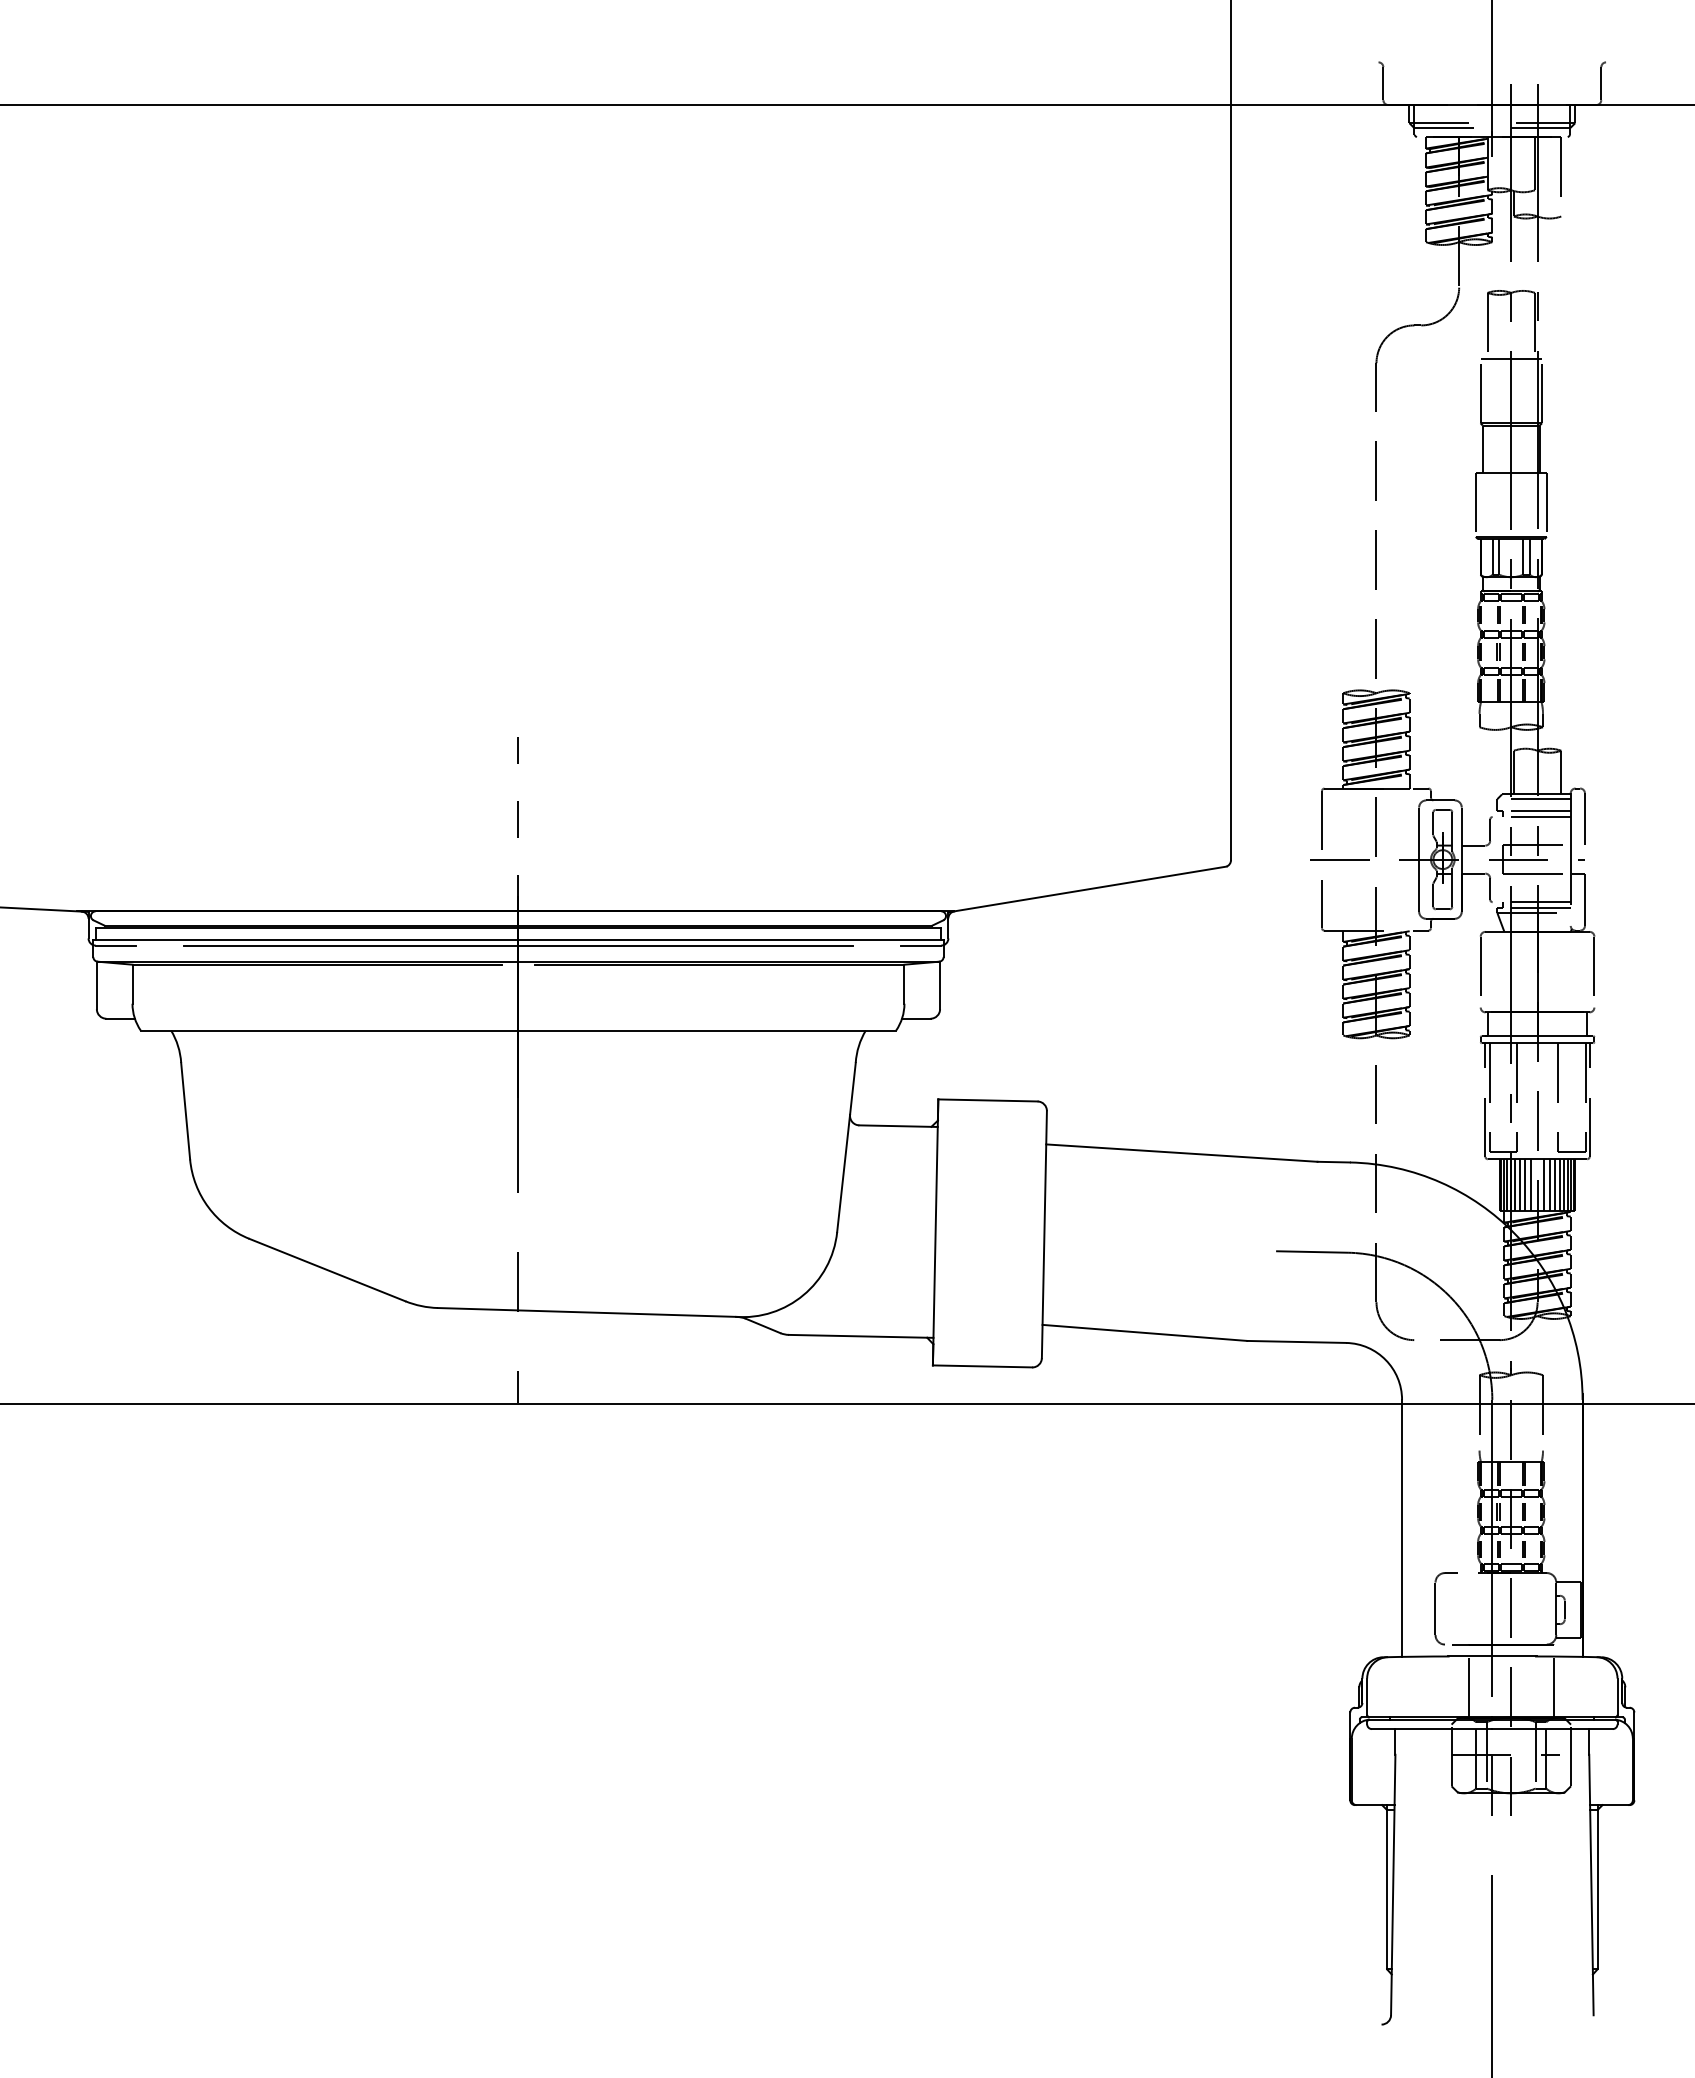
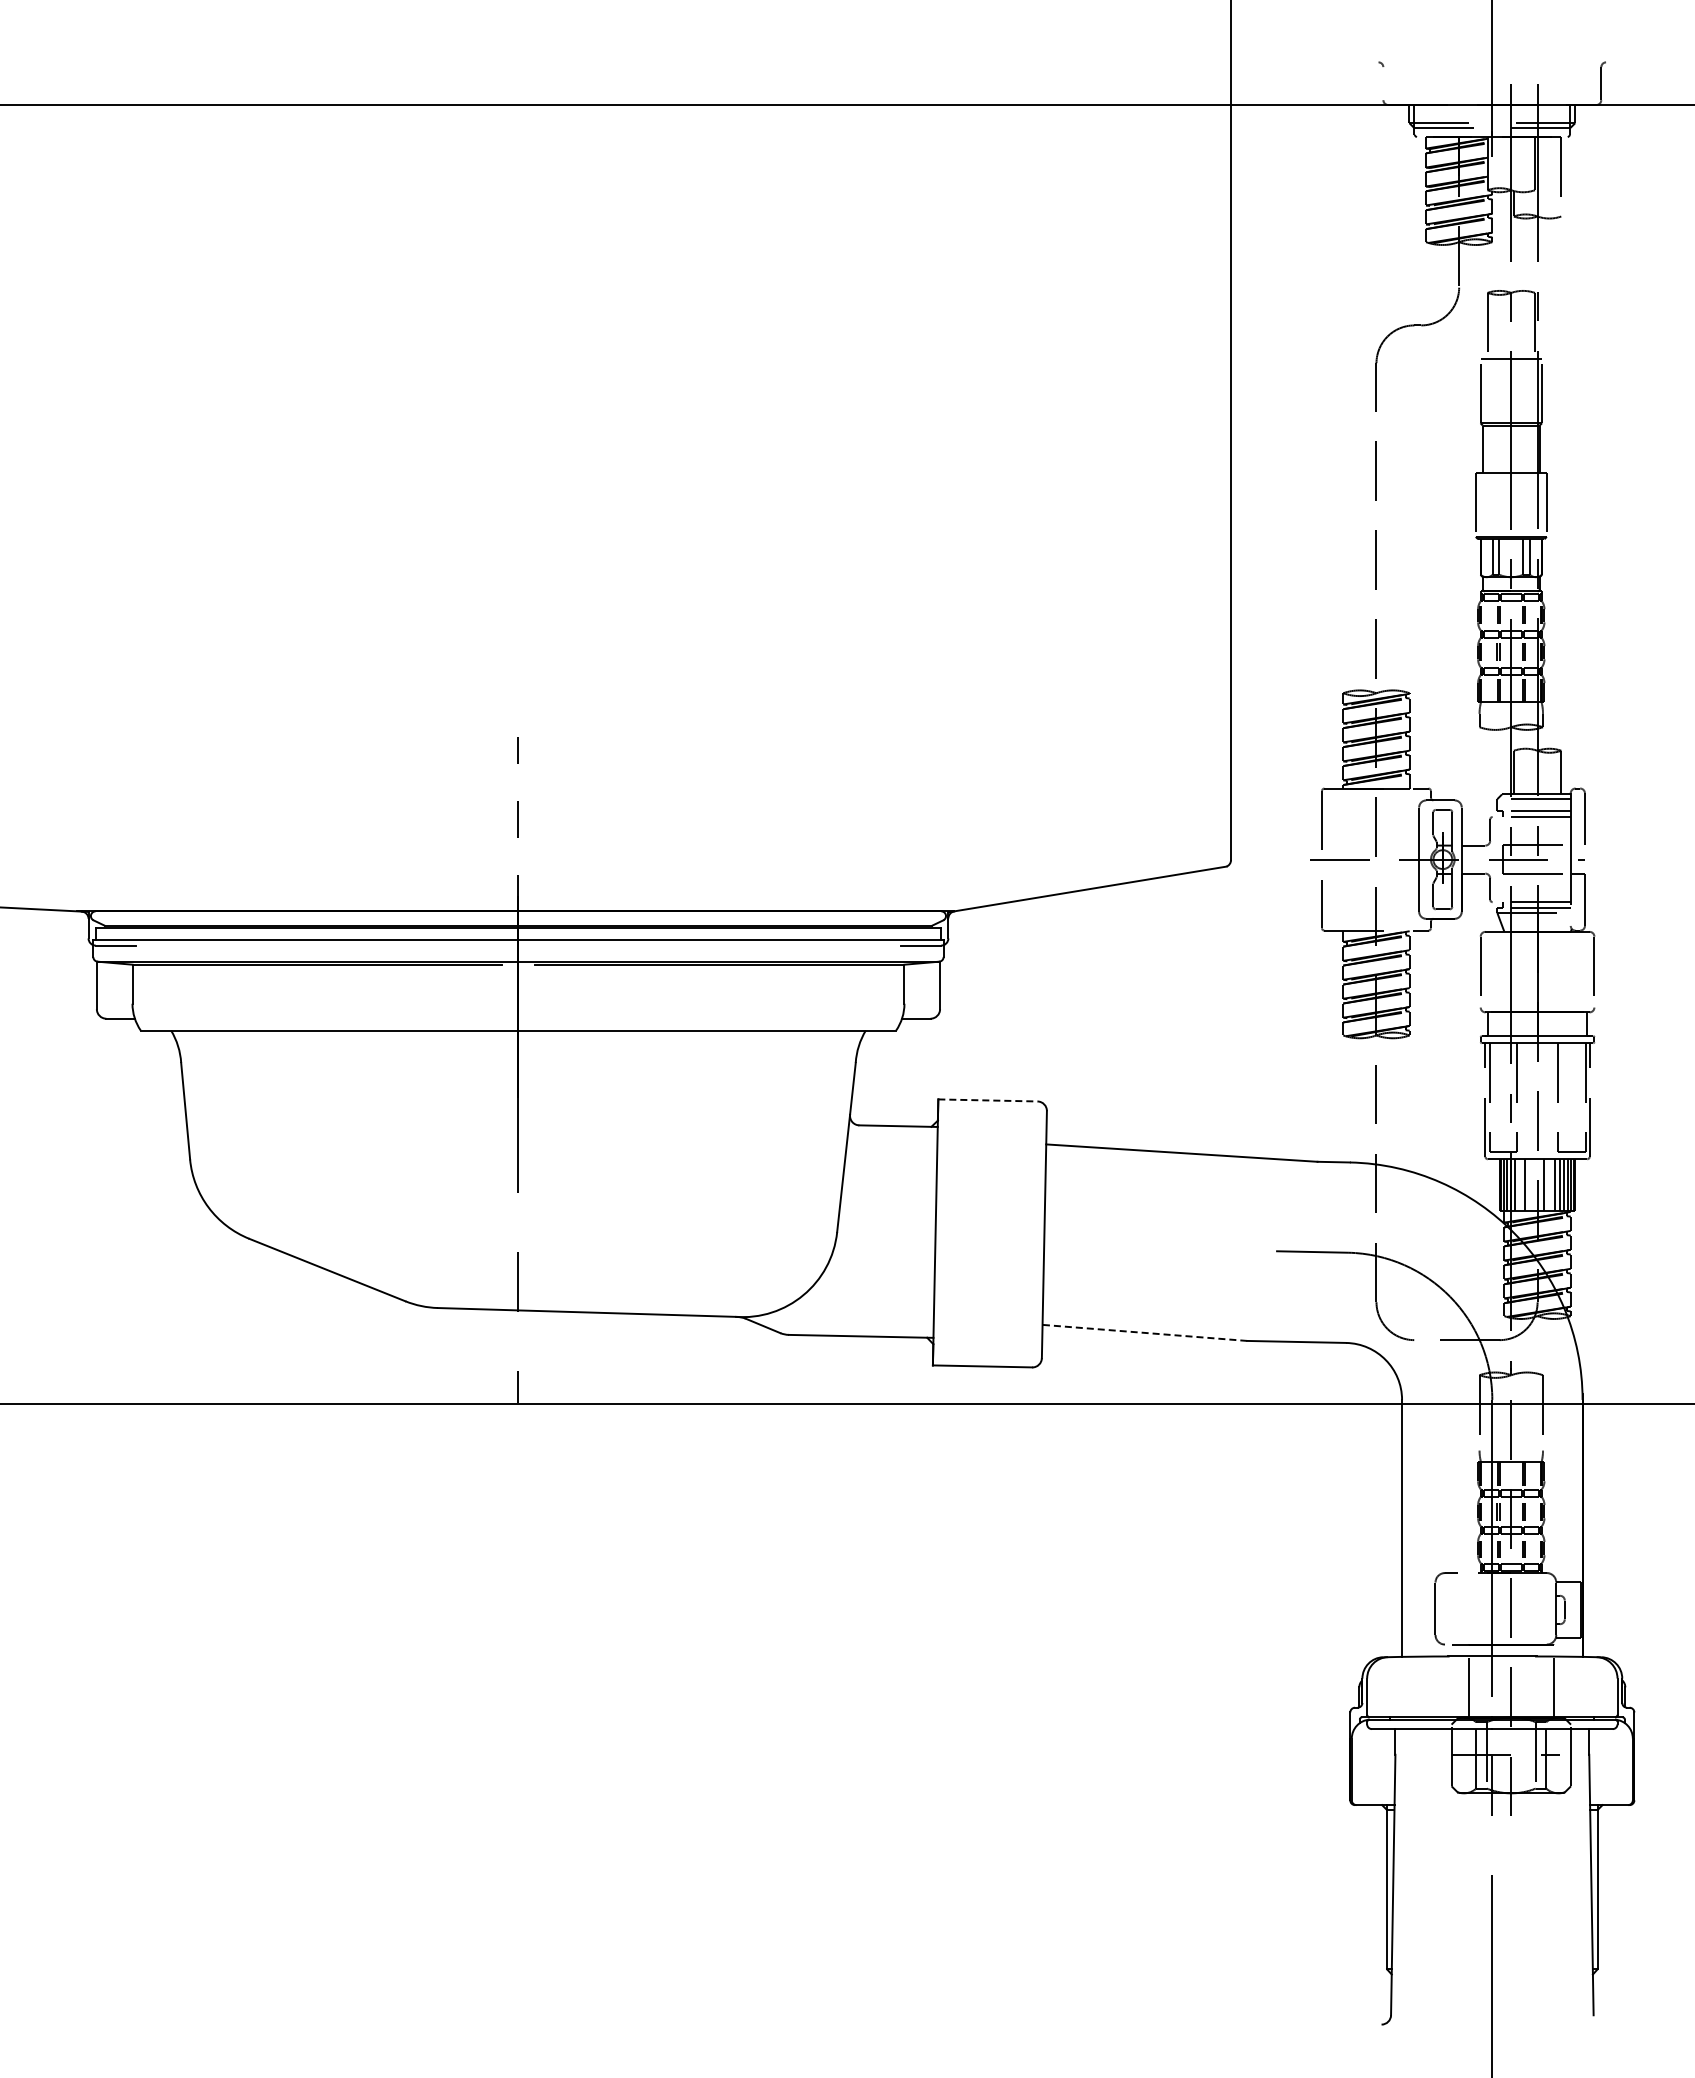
line at (1383, 83): present -> none
line at (518, 945): present -> none
line at (987, 1100): solid -> dashed
line at (1520, 1185): present -> none
line at (1530, 1185): present -> none
line at (1549, 1185): present -> none
line at (1144, 1332): solid -> dashed
